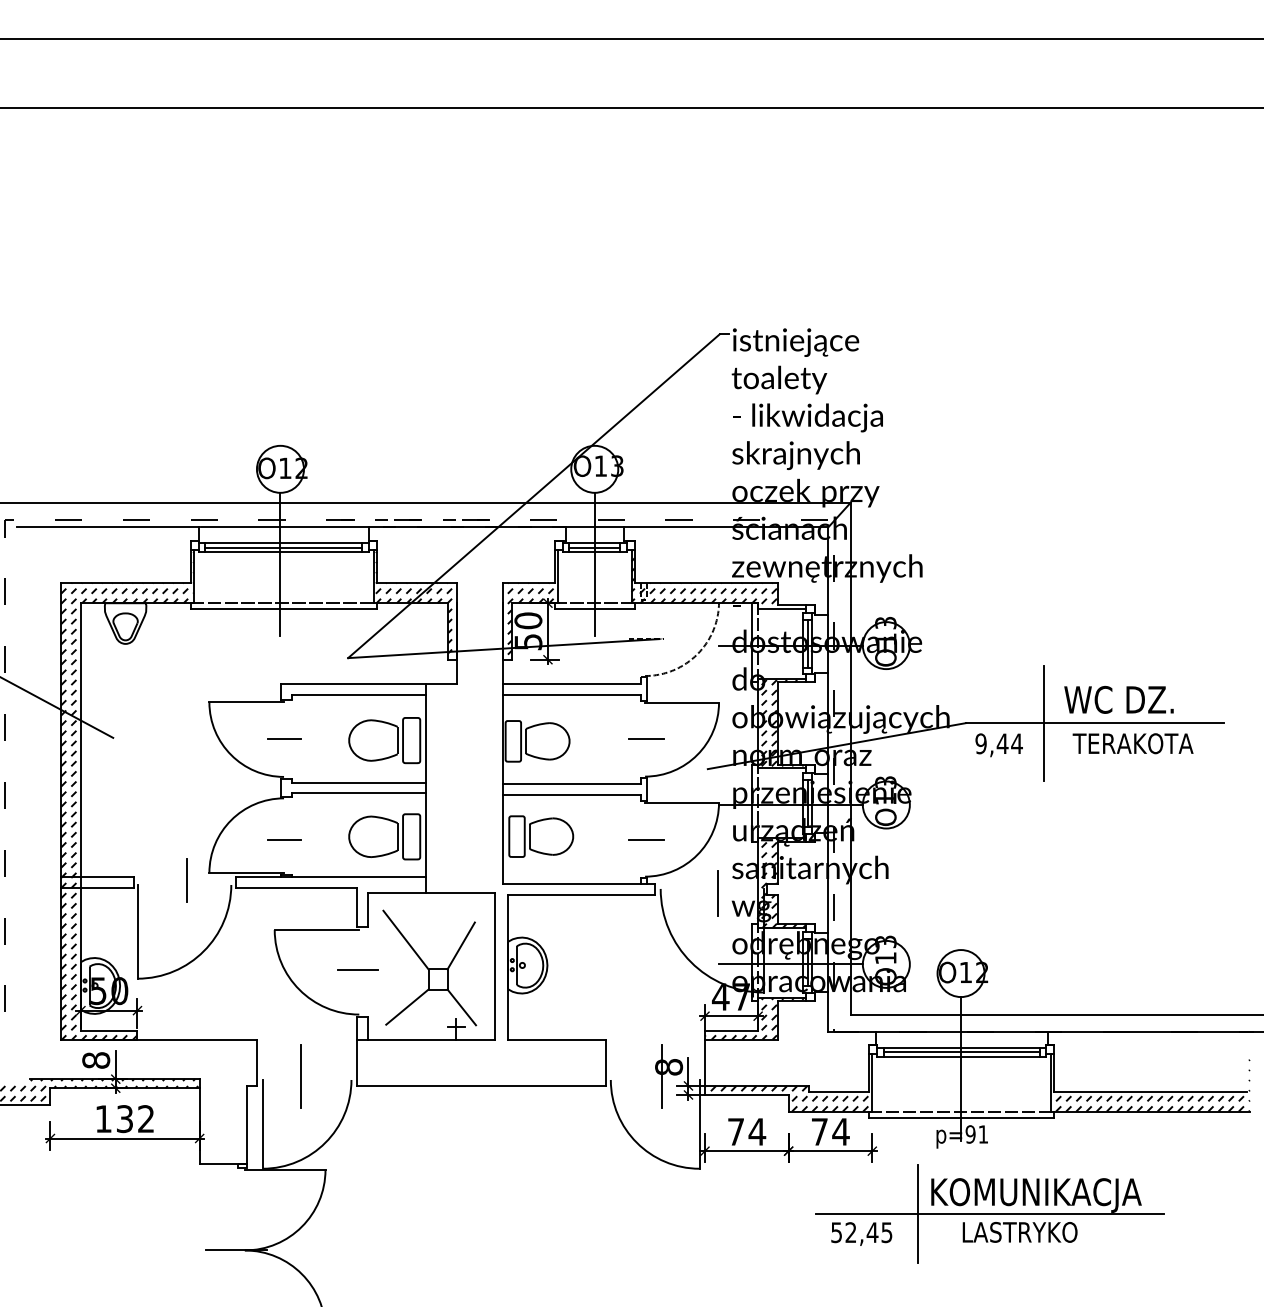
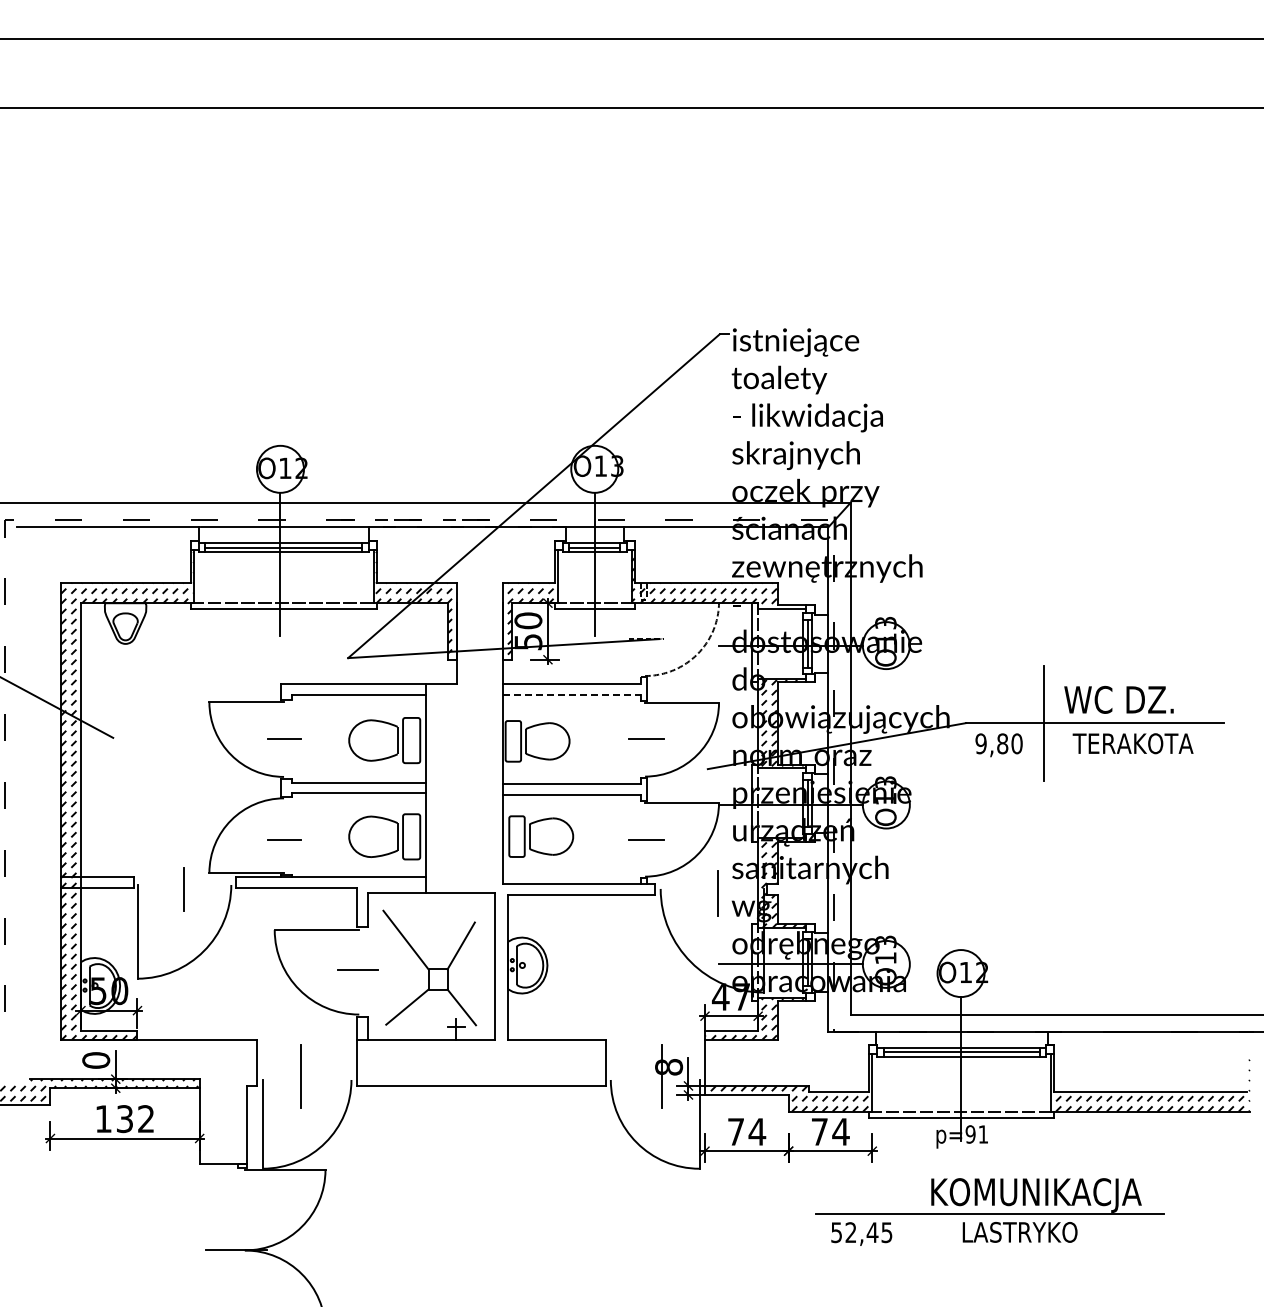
line at (571, 694): solid -> dashed
text at (1009, 743): 9,44 -> 9,80
line at (186, 880) position: (186, 880) -> (183, 889)
text at (95, 1060): 8 -> 0
line at (917, 1213): present -> none
